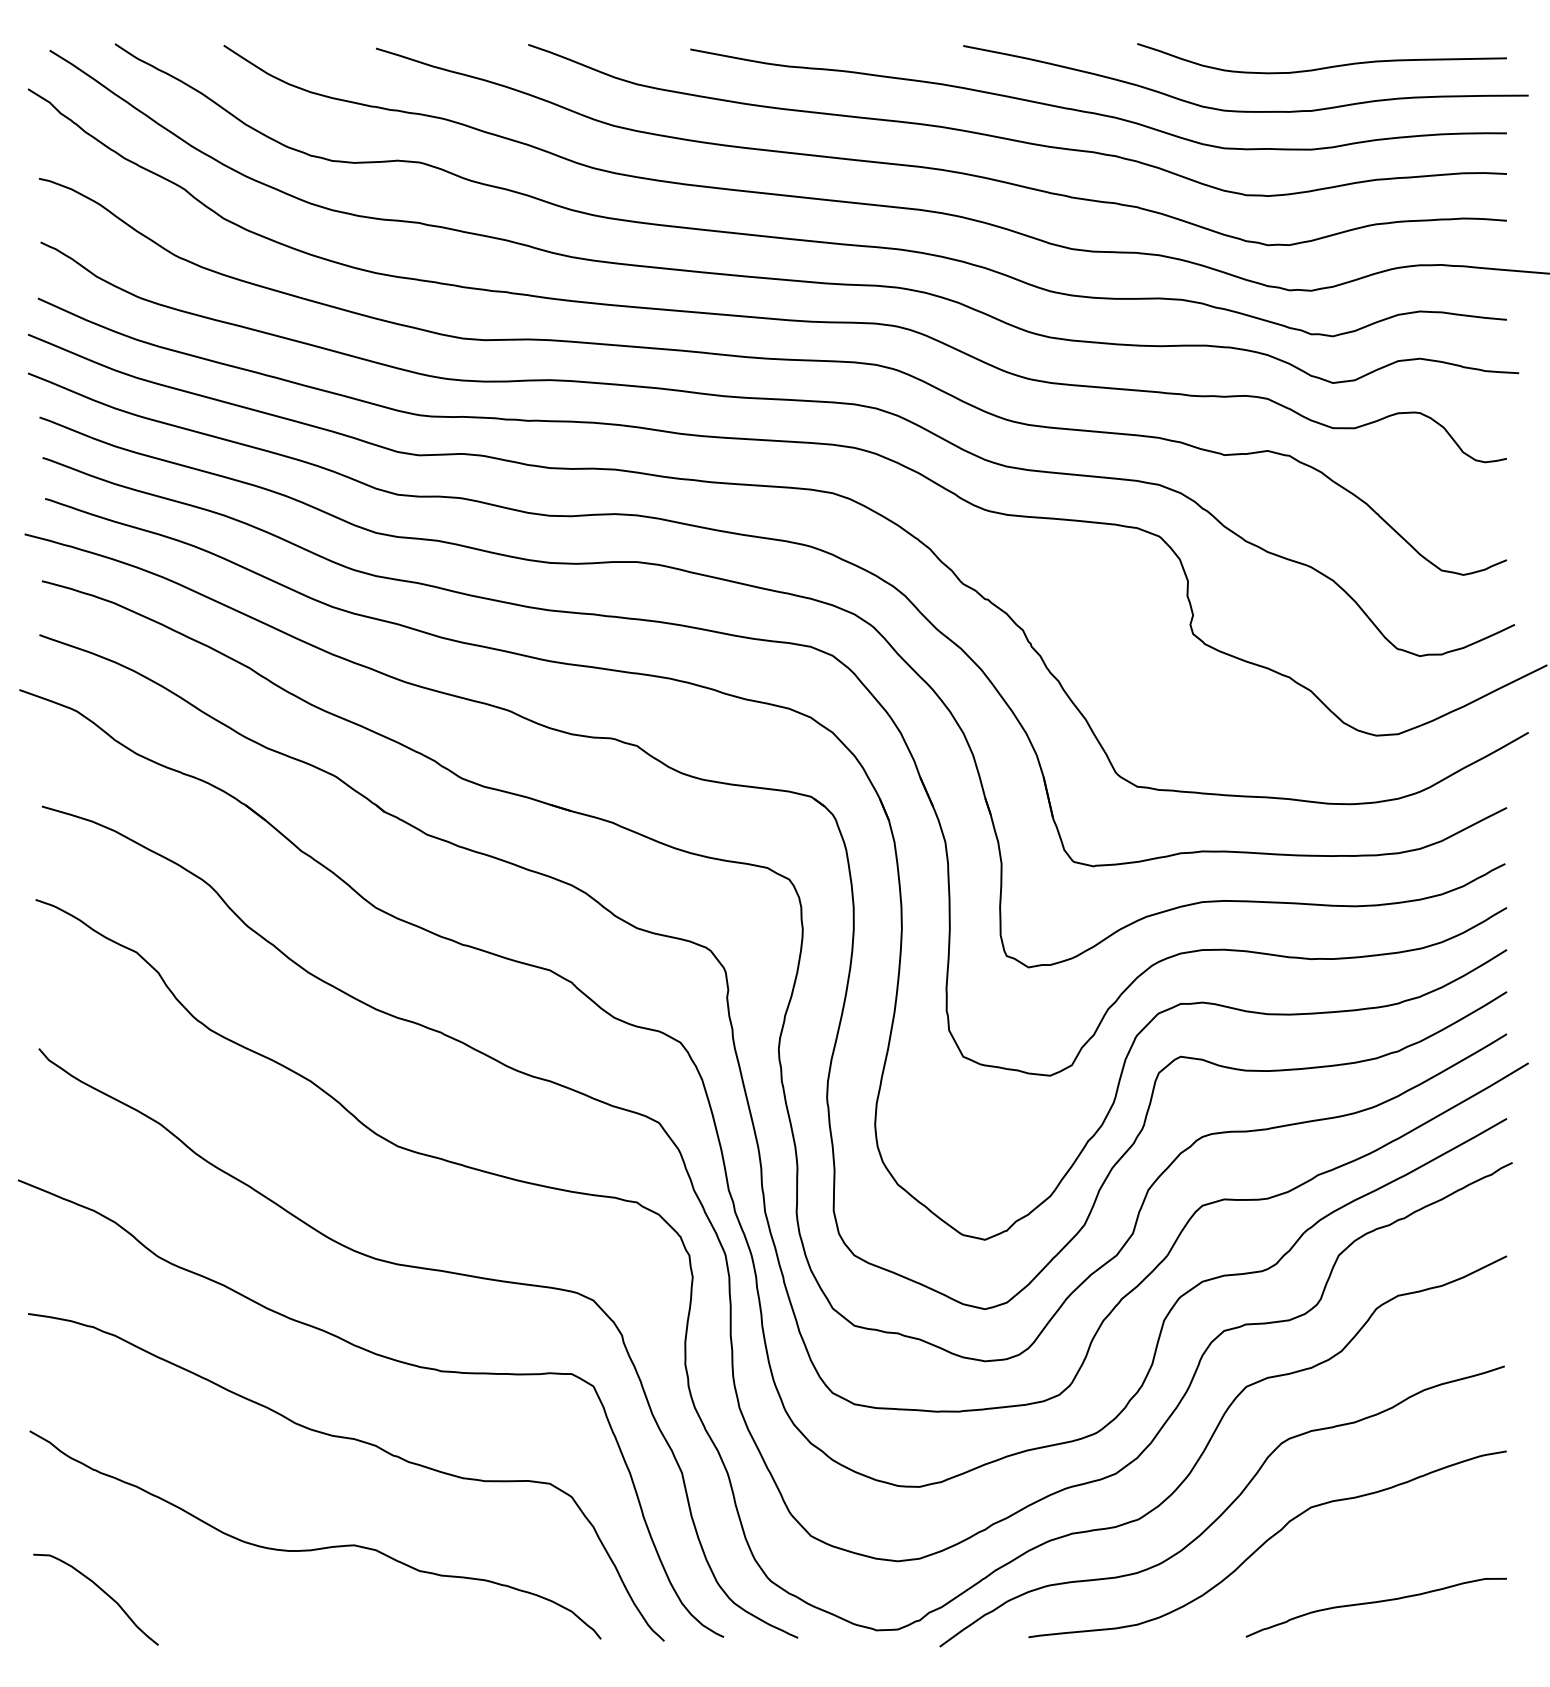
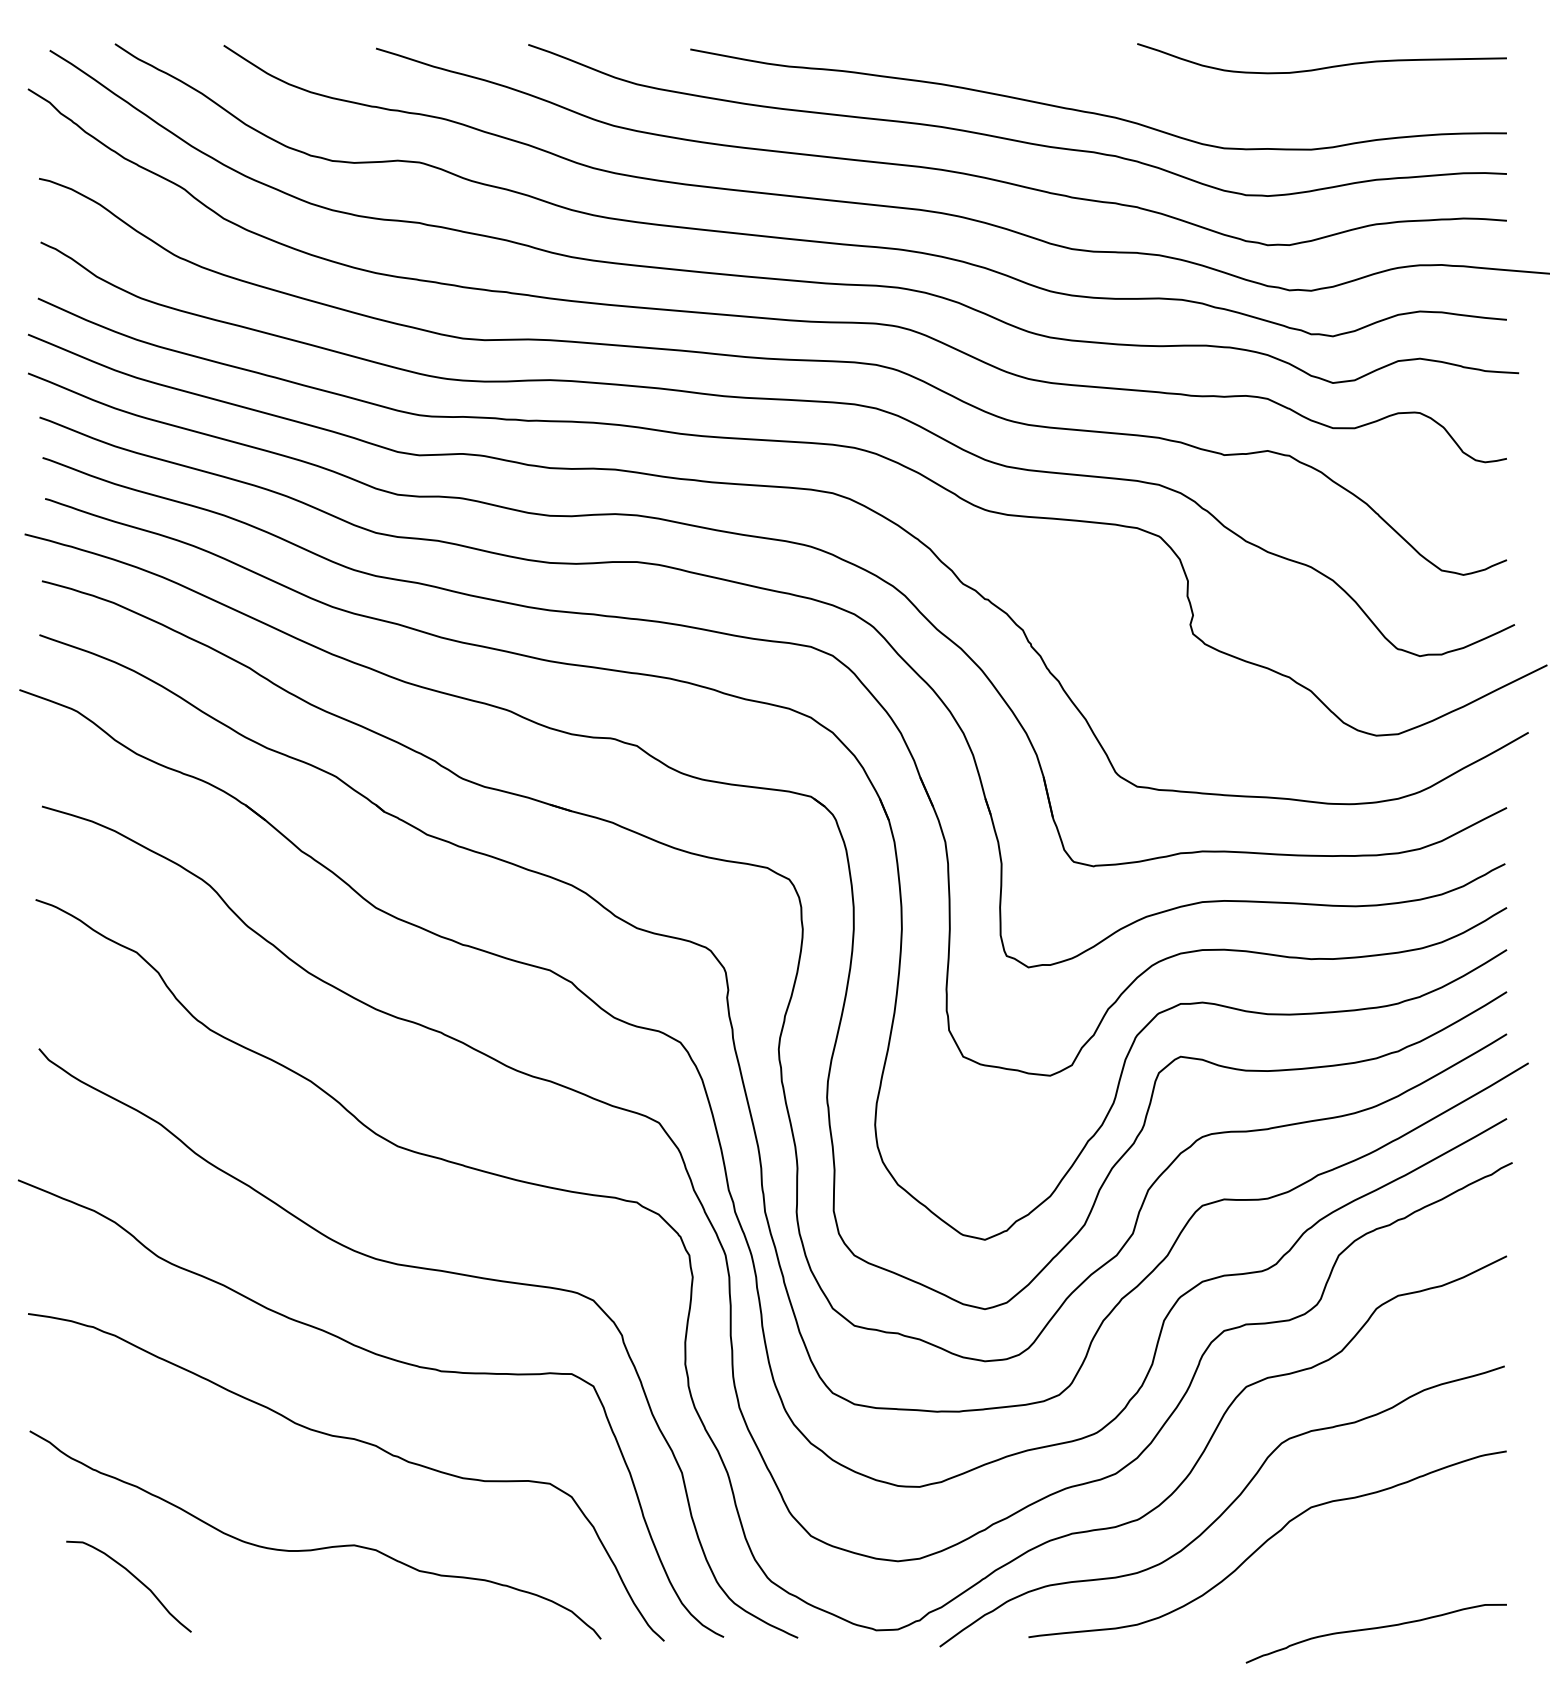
curve at (1245, 110): present -> none
curve at (102, 1591) position: (102, 1591) -> (135, 1578)
curve at (1375, 1603) position: (1375, 1603) -> (1375, 1629)
